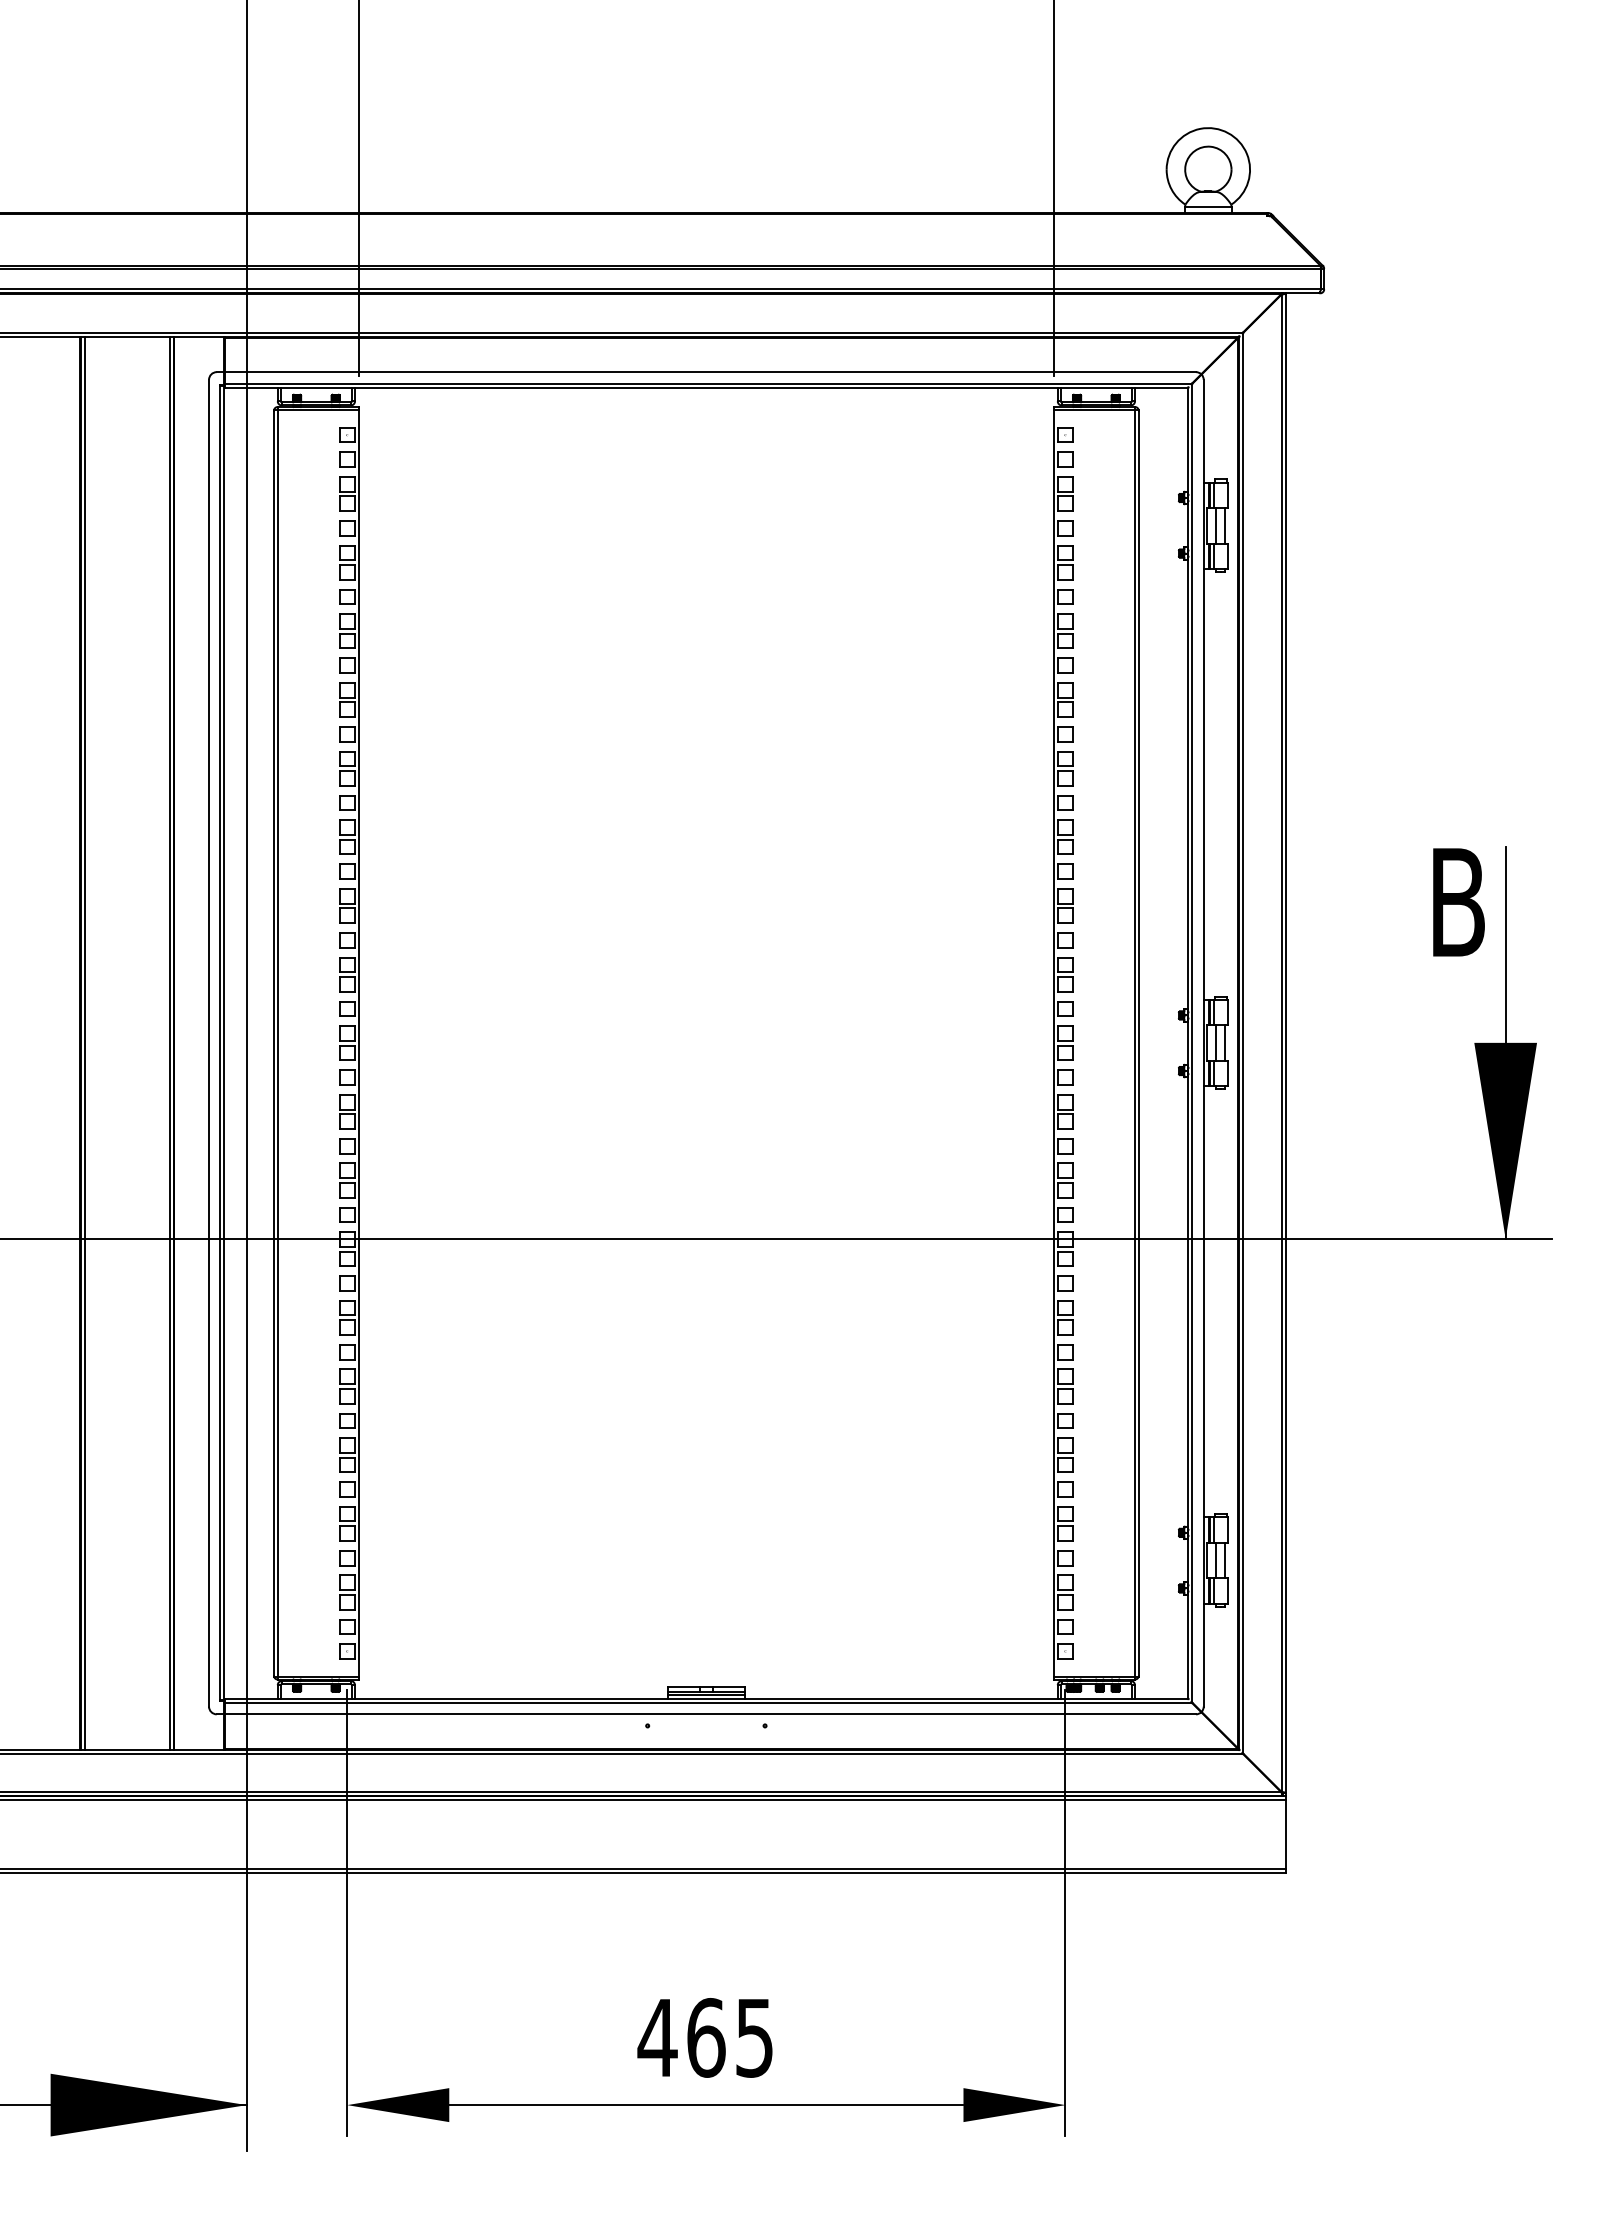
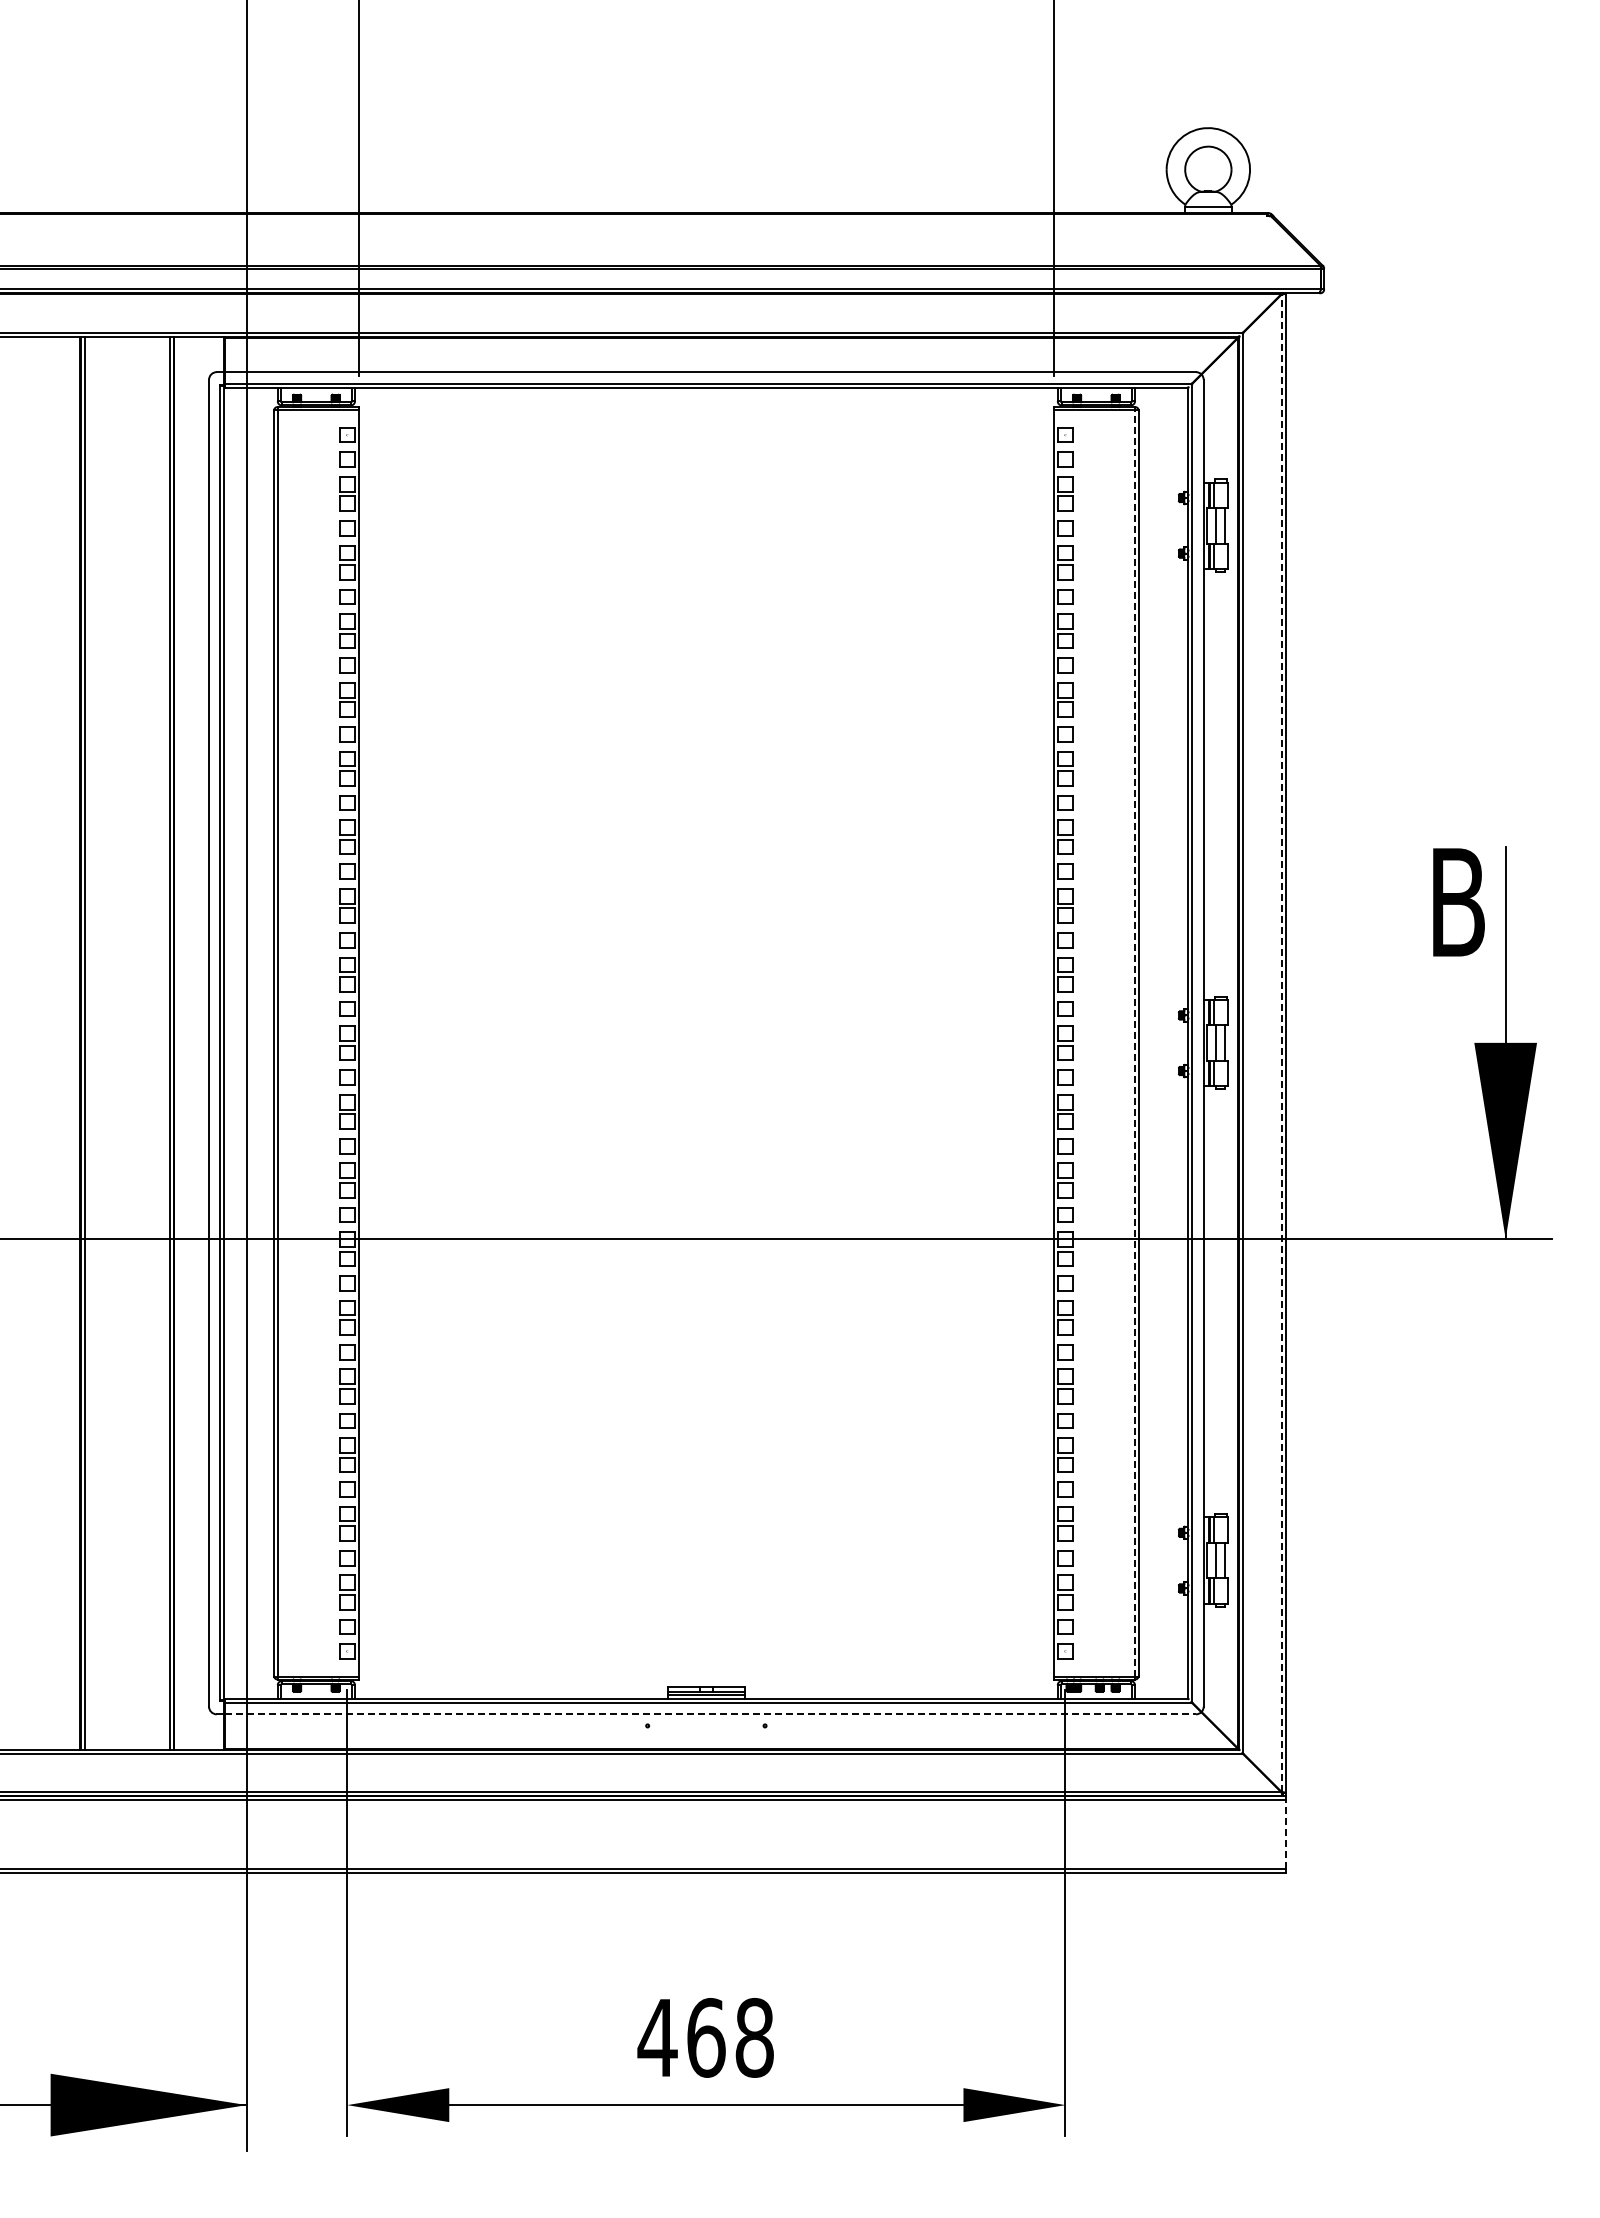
line at (1134, 1042): solid -> dashed
line at (1281, 1043): solid -> dashed
line at (711, 1714): solid -> dashed
line at (1285, 1834): solid -> dashed
text at (754, 2037): 465 -> 468
